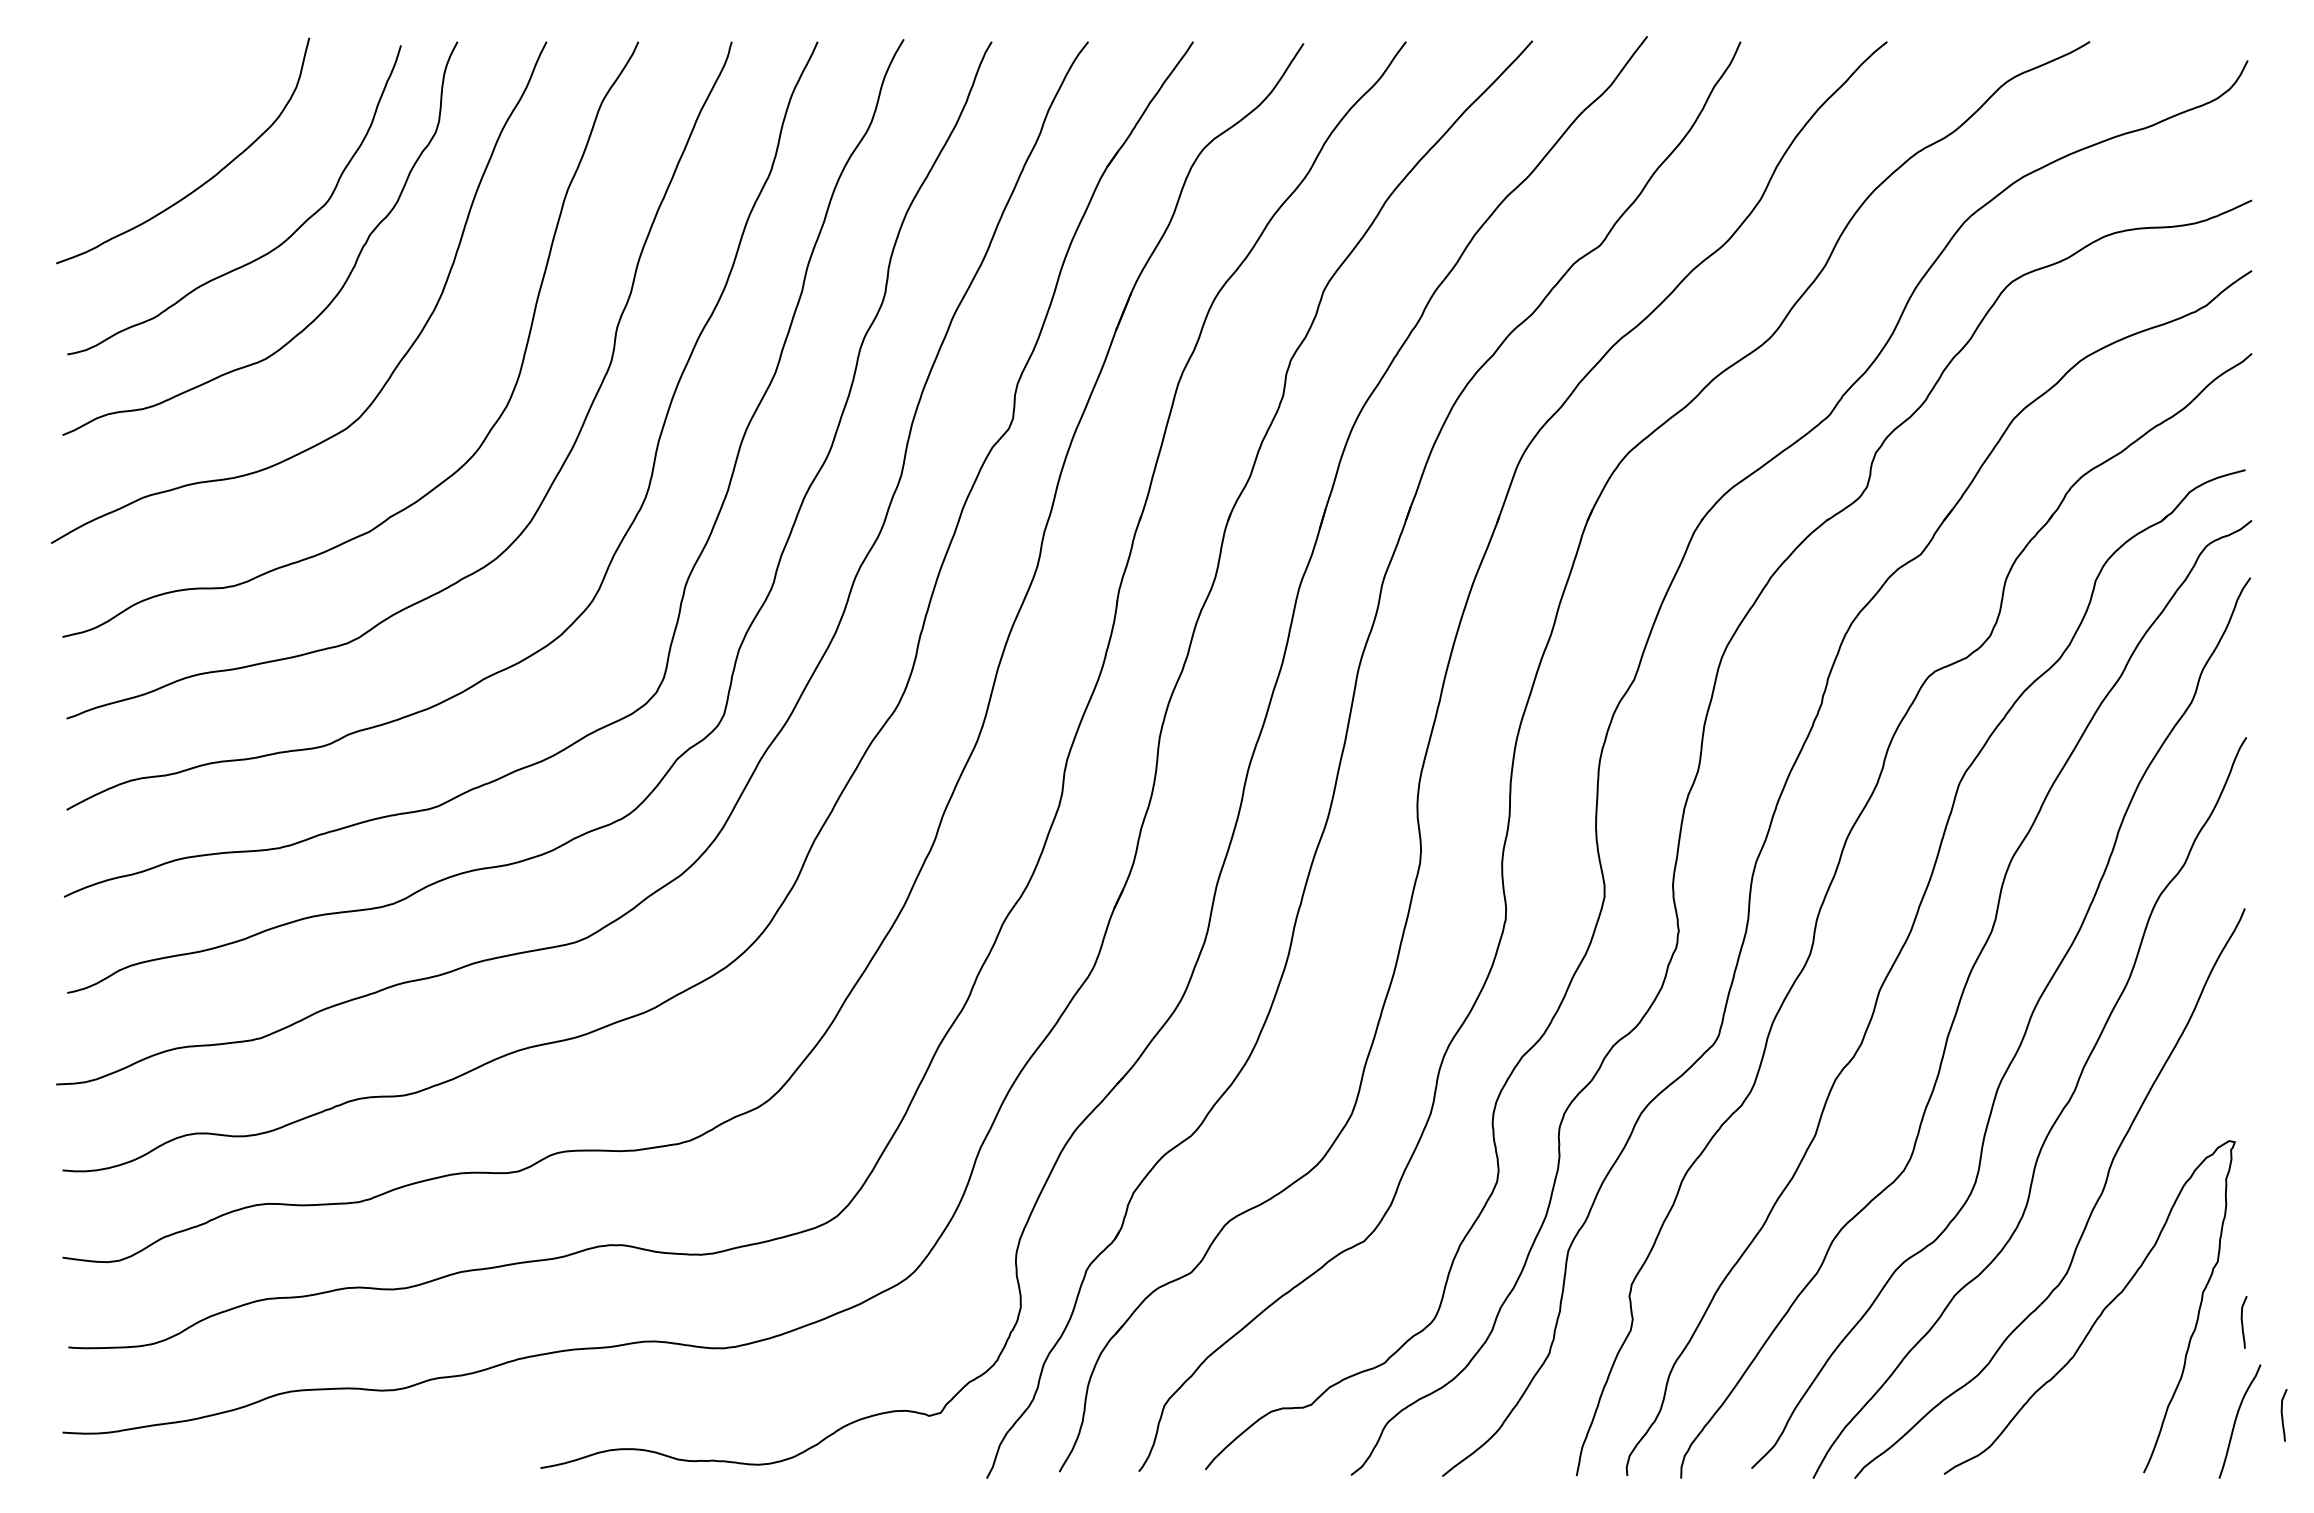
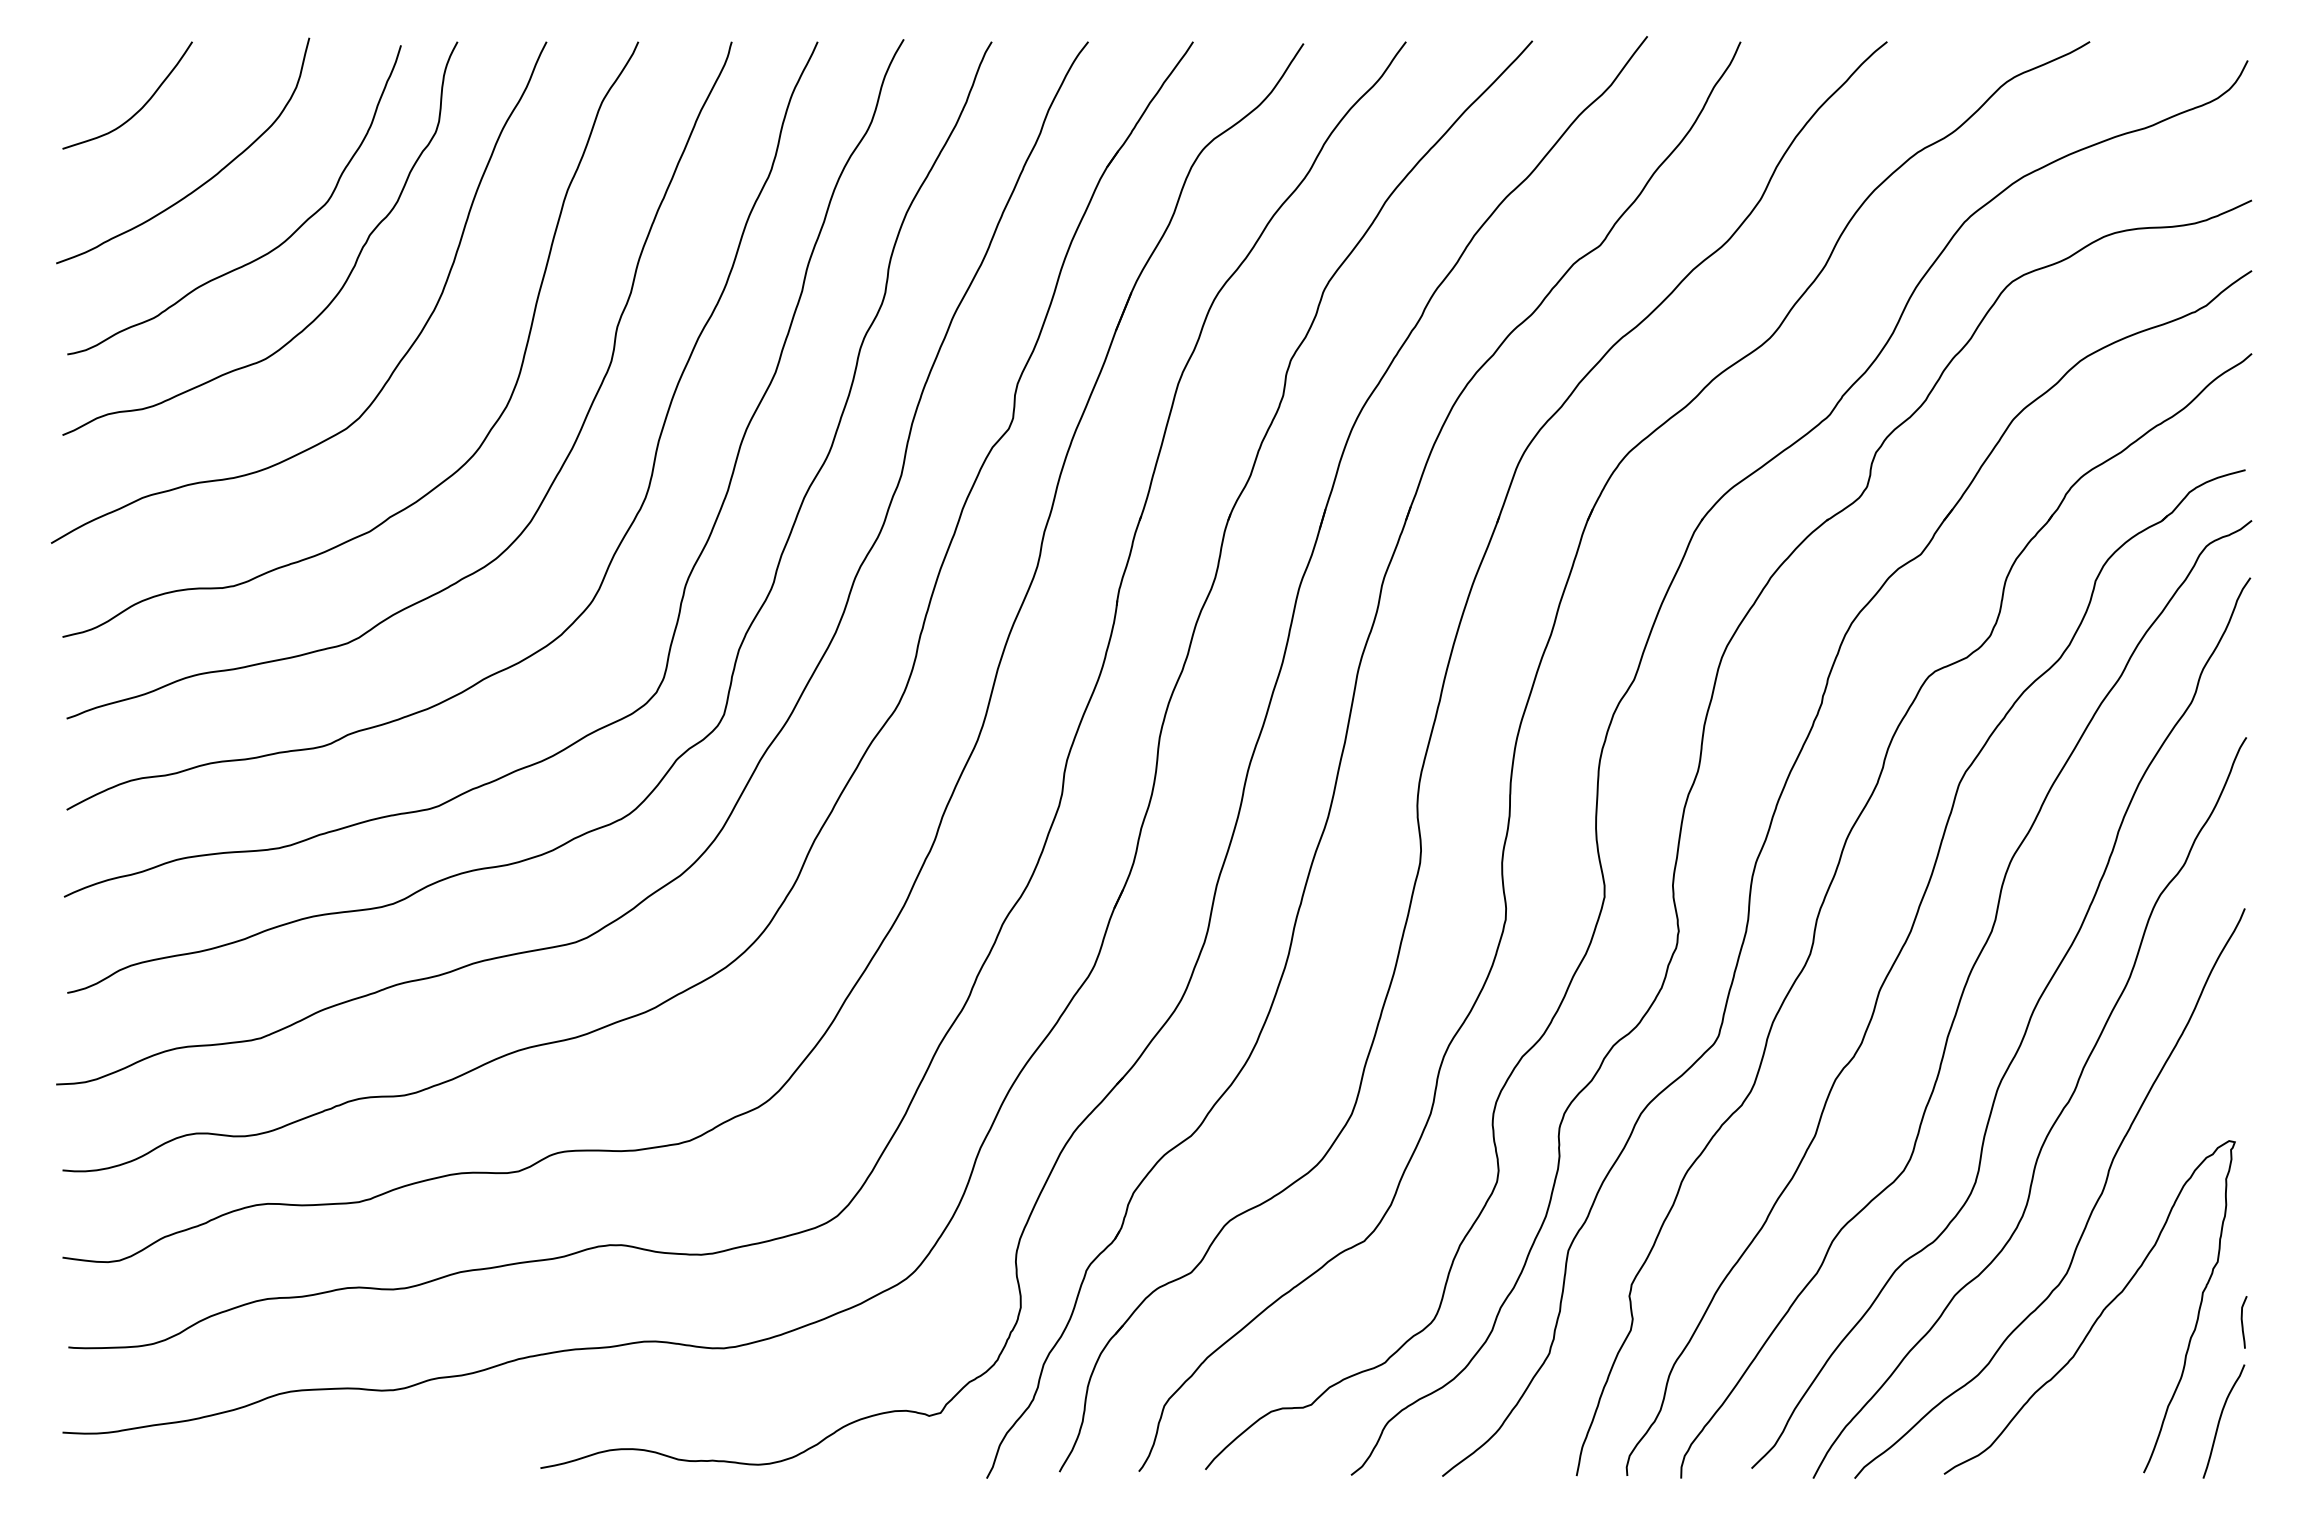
curve at (140, 108): none -> present
curve at (2282, 1415): present -> none
curve at (2236, 1421) position: (2236, 1421) -> (2220, 1421)
